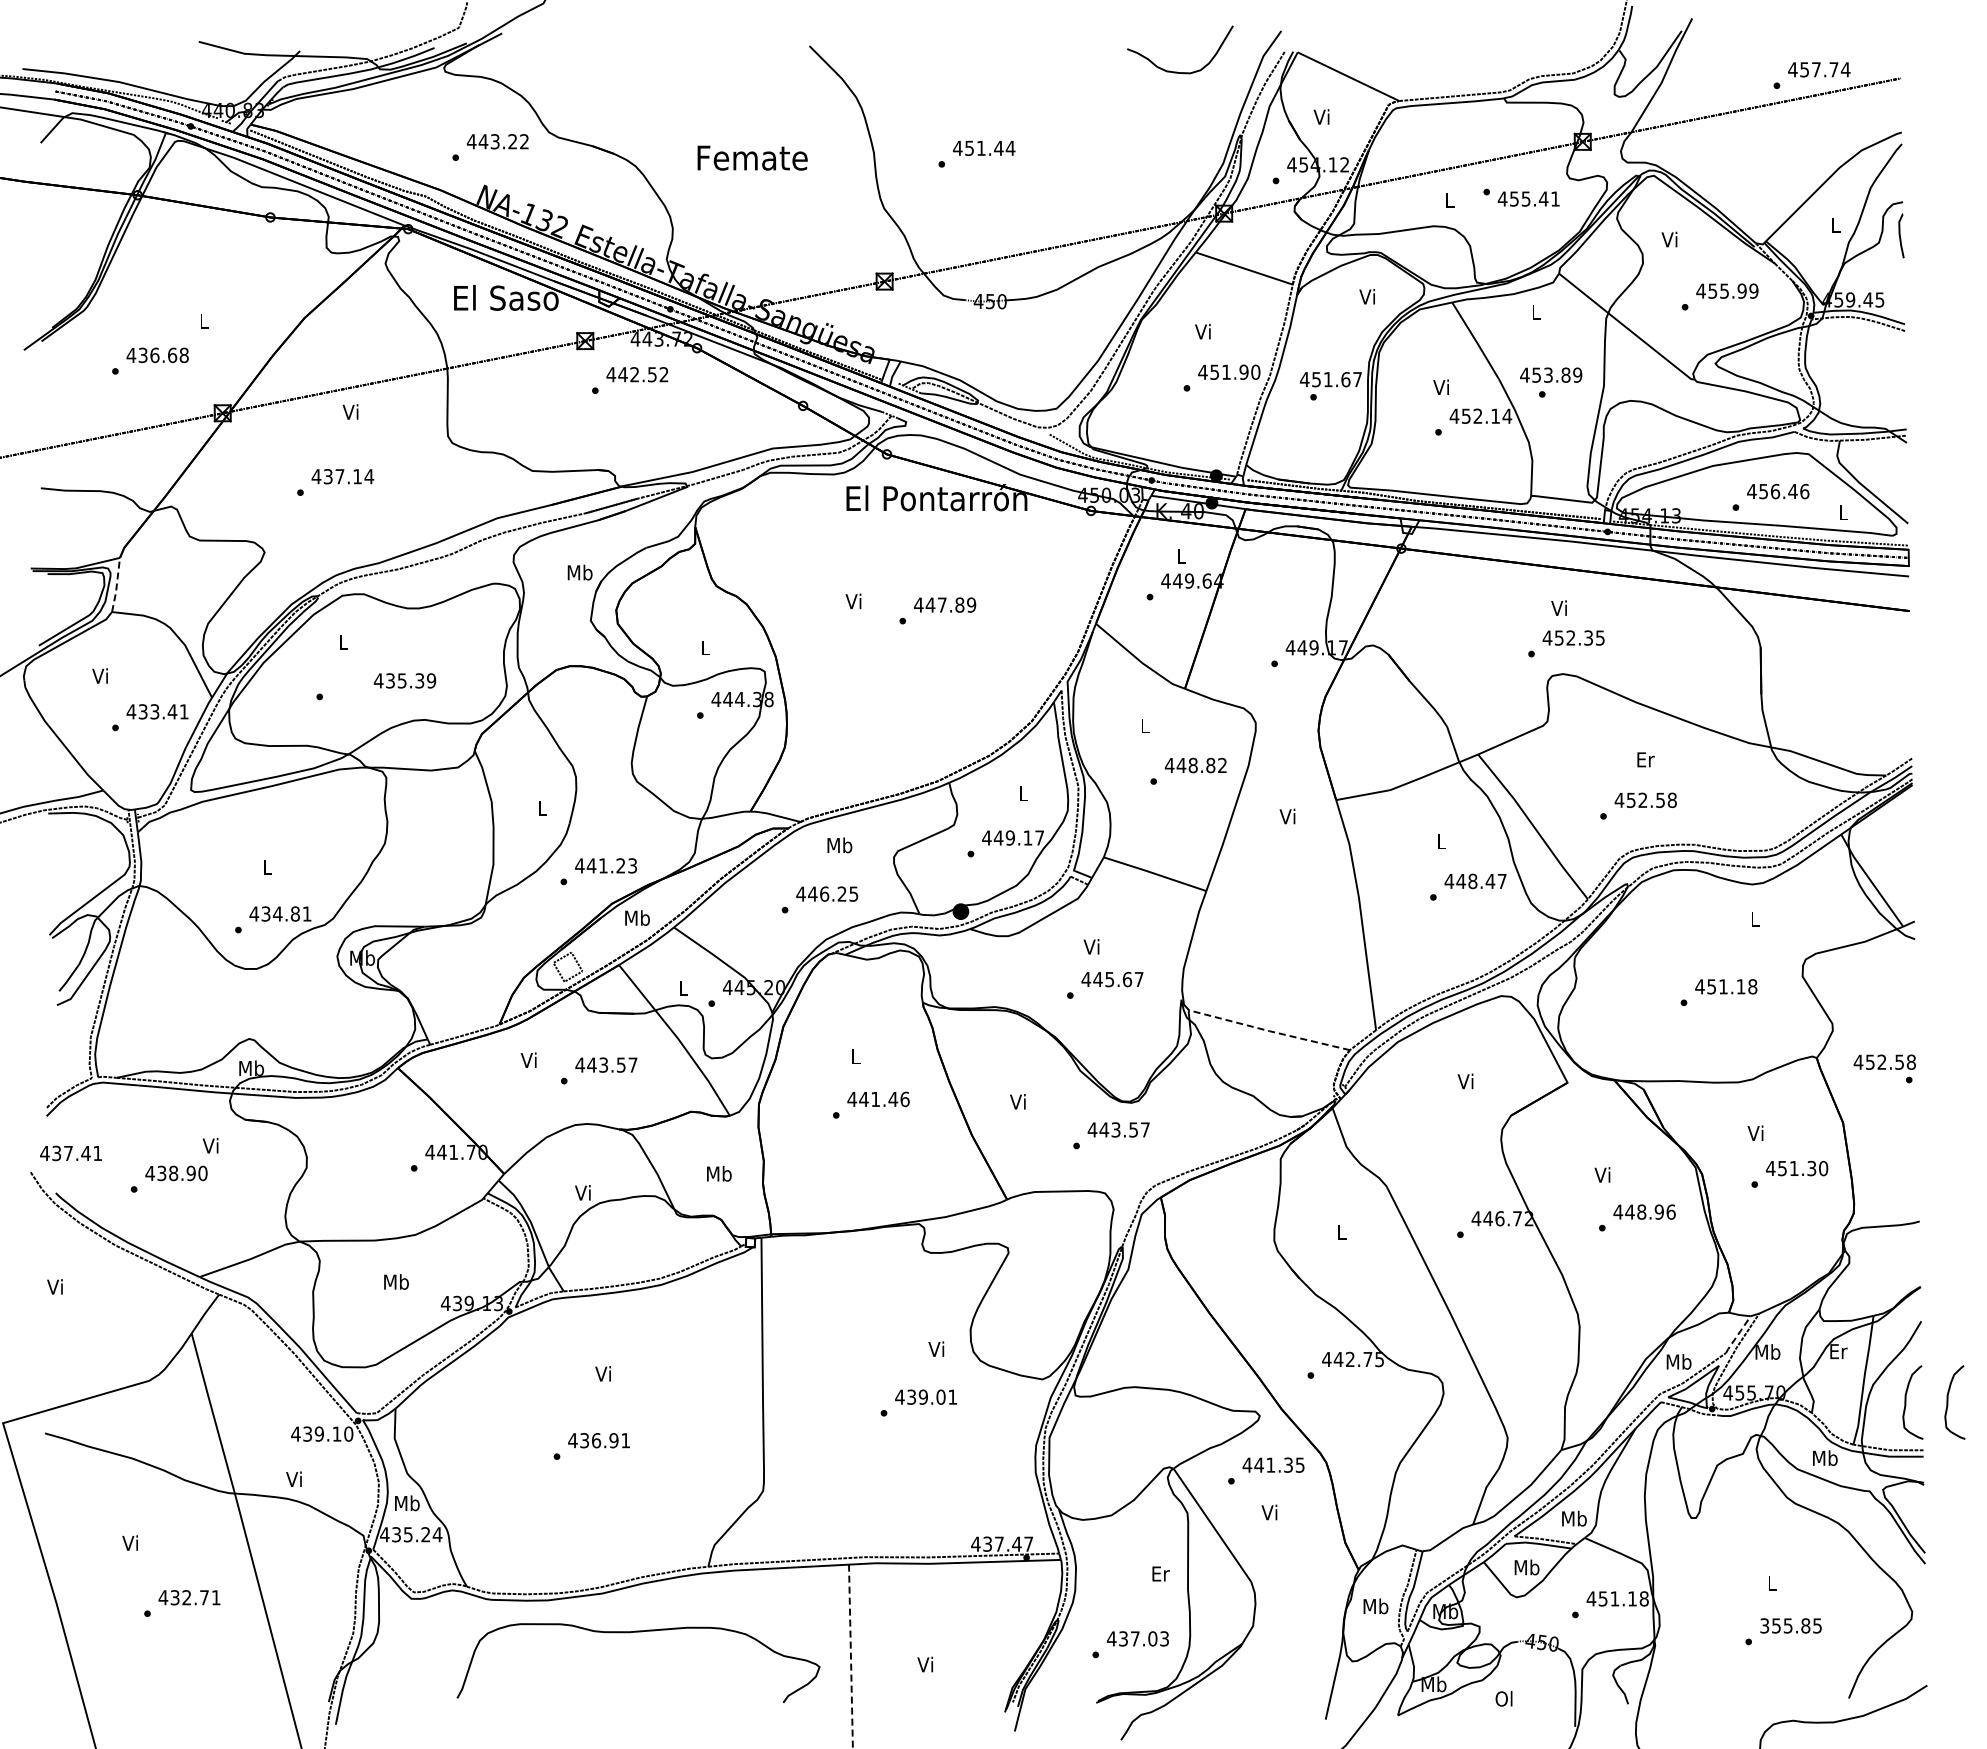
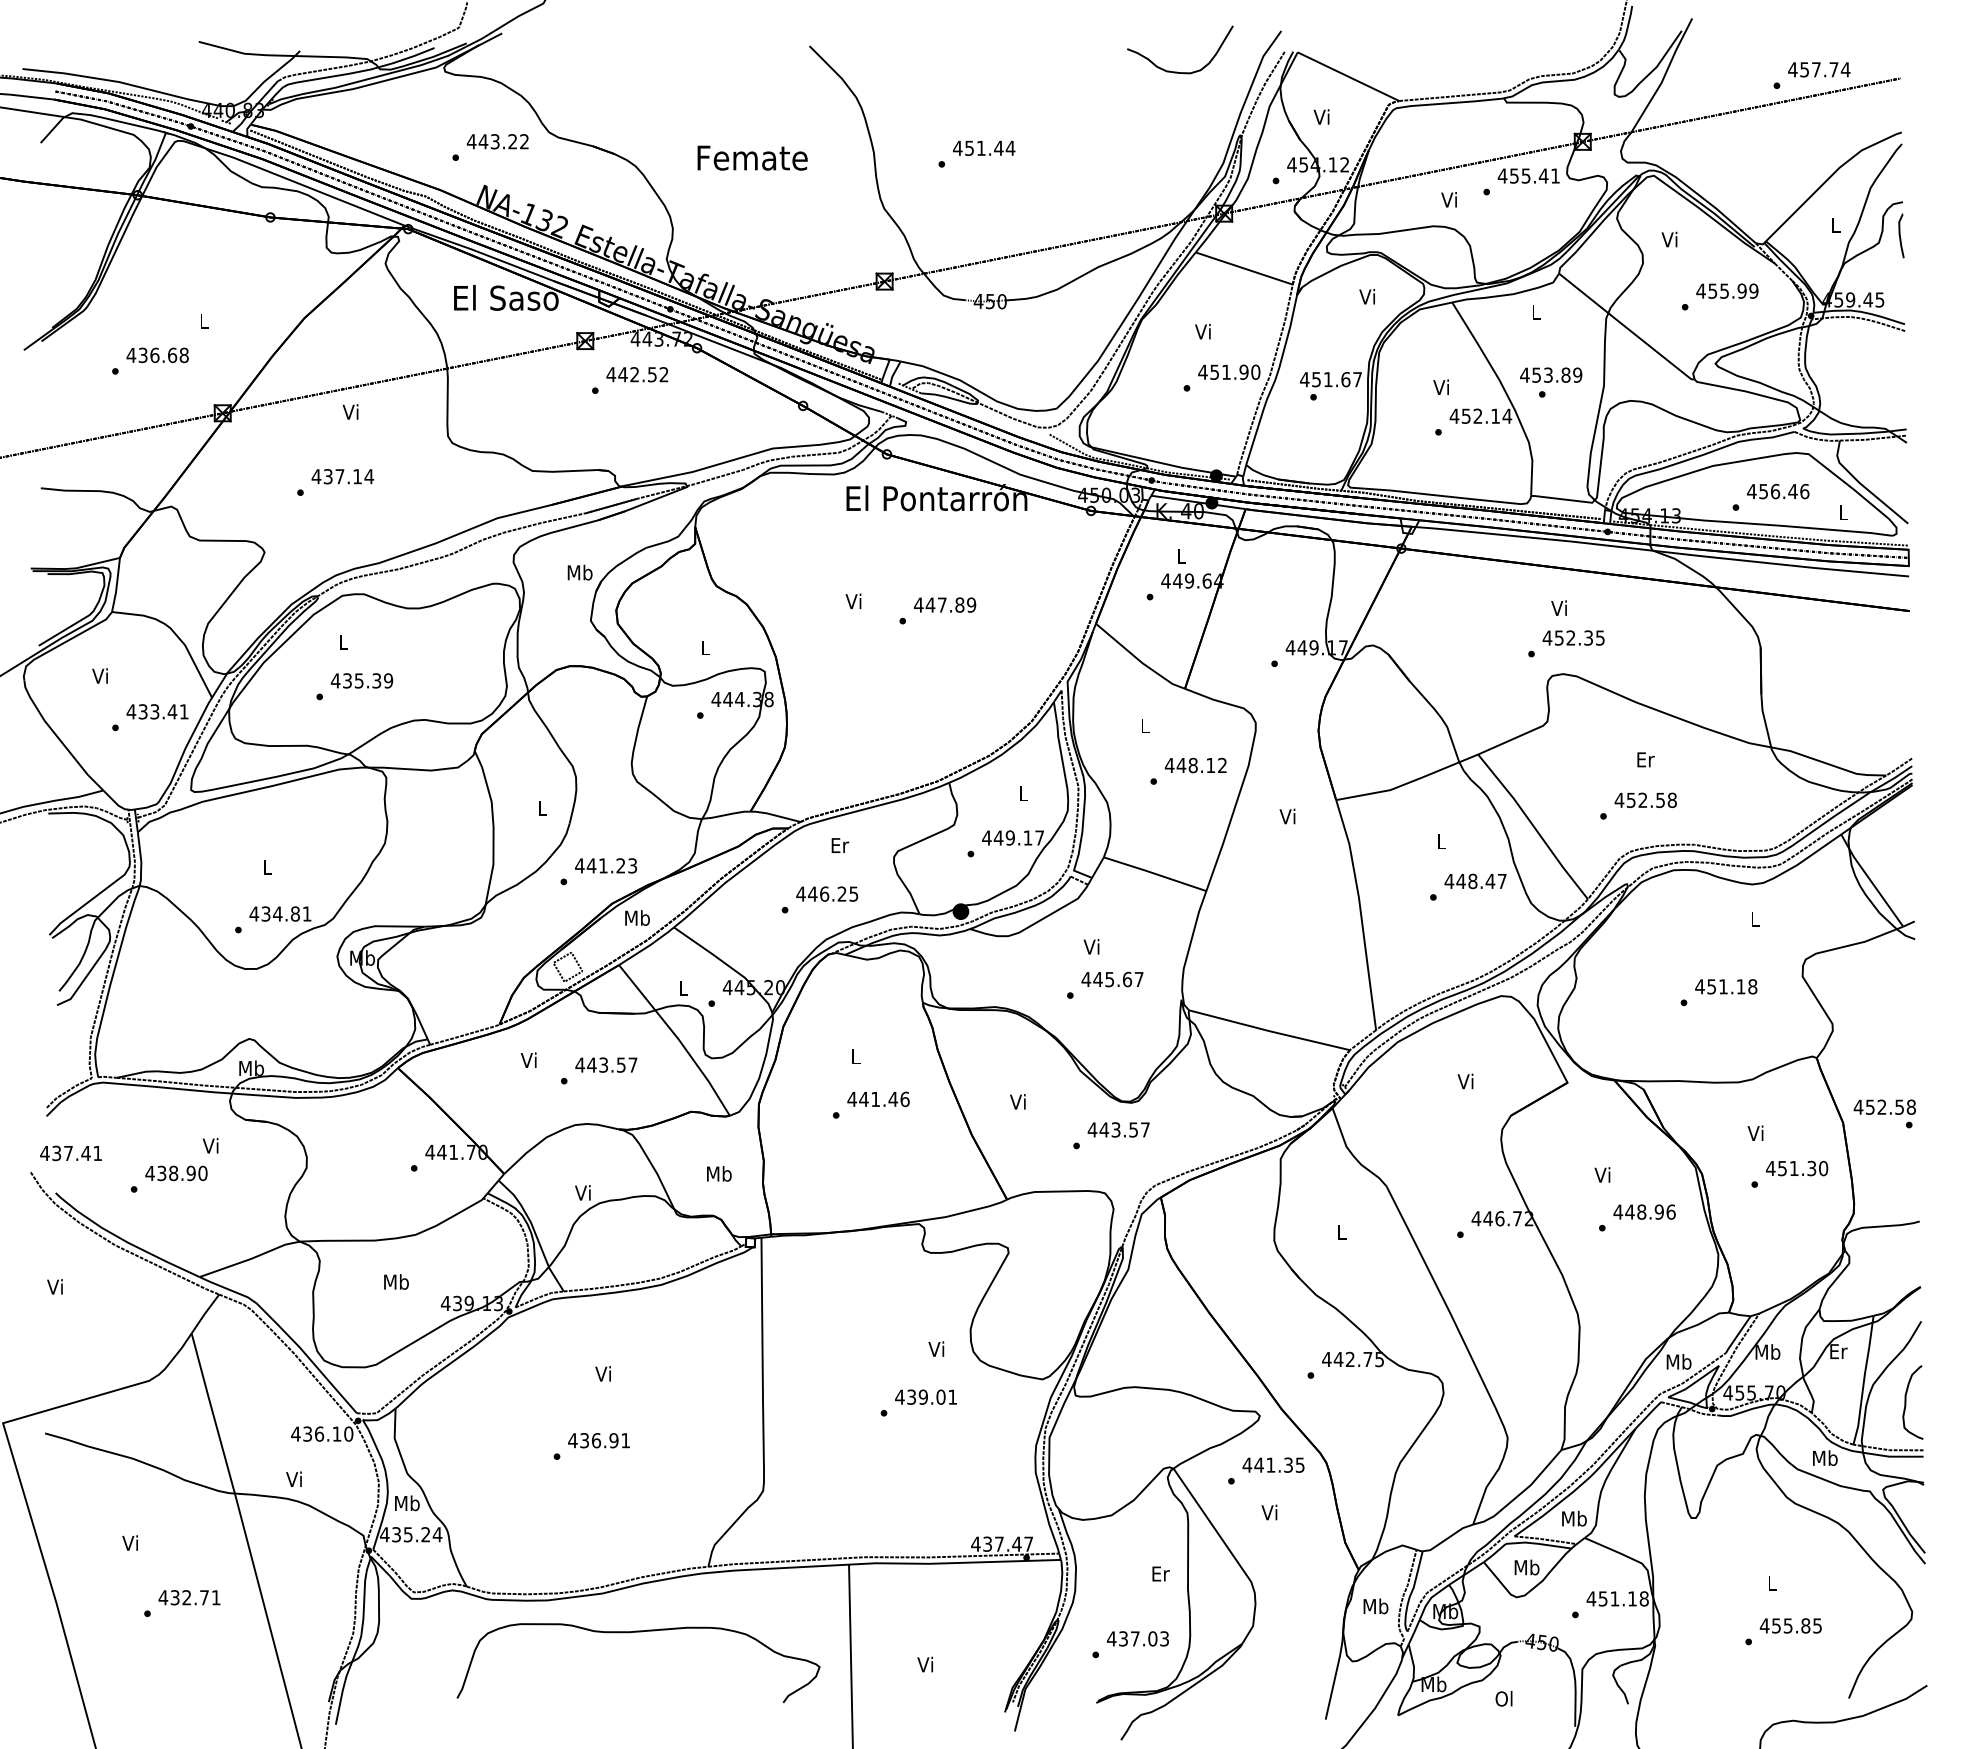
text at (1528, 198) position: (1528, 198) -> (1528, 175)
text at (1448, 199): L -> Vi
line at (116, 585): dashed -> solid
text at (404, 680) position: (404, 680) -> (361, 680)
text at (1210, 765): 448.82 -> 448.12
text at (839, 845): Mb -> Er
line at (1269, 1031): dashed -> solid
text at (1884, 1068) position: (1884, 1068) -> (1884, 1113)
line at (1738, 1334): dashed -> solid
curve at (1948, 1402): present -> none
text at (319, 1433): 439.10 -> 436.10
text at (1764, 1625): 355.85 -> 455.85
line at (850, 1656): dashed -> solid
